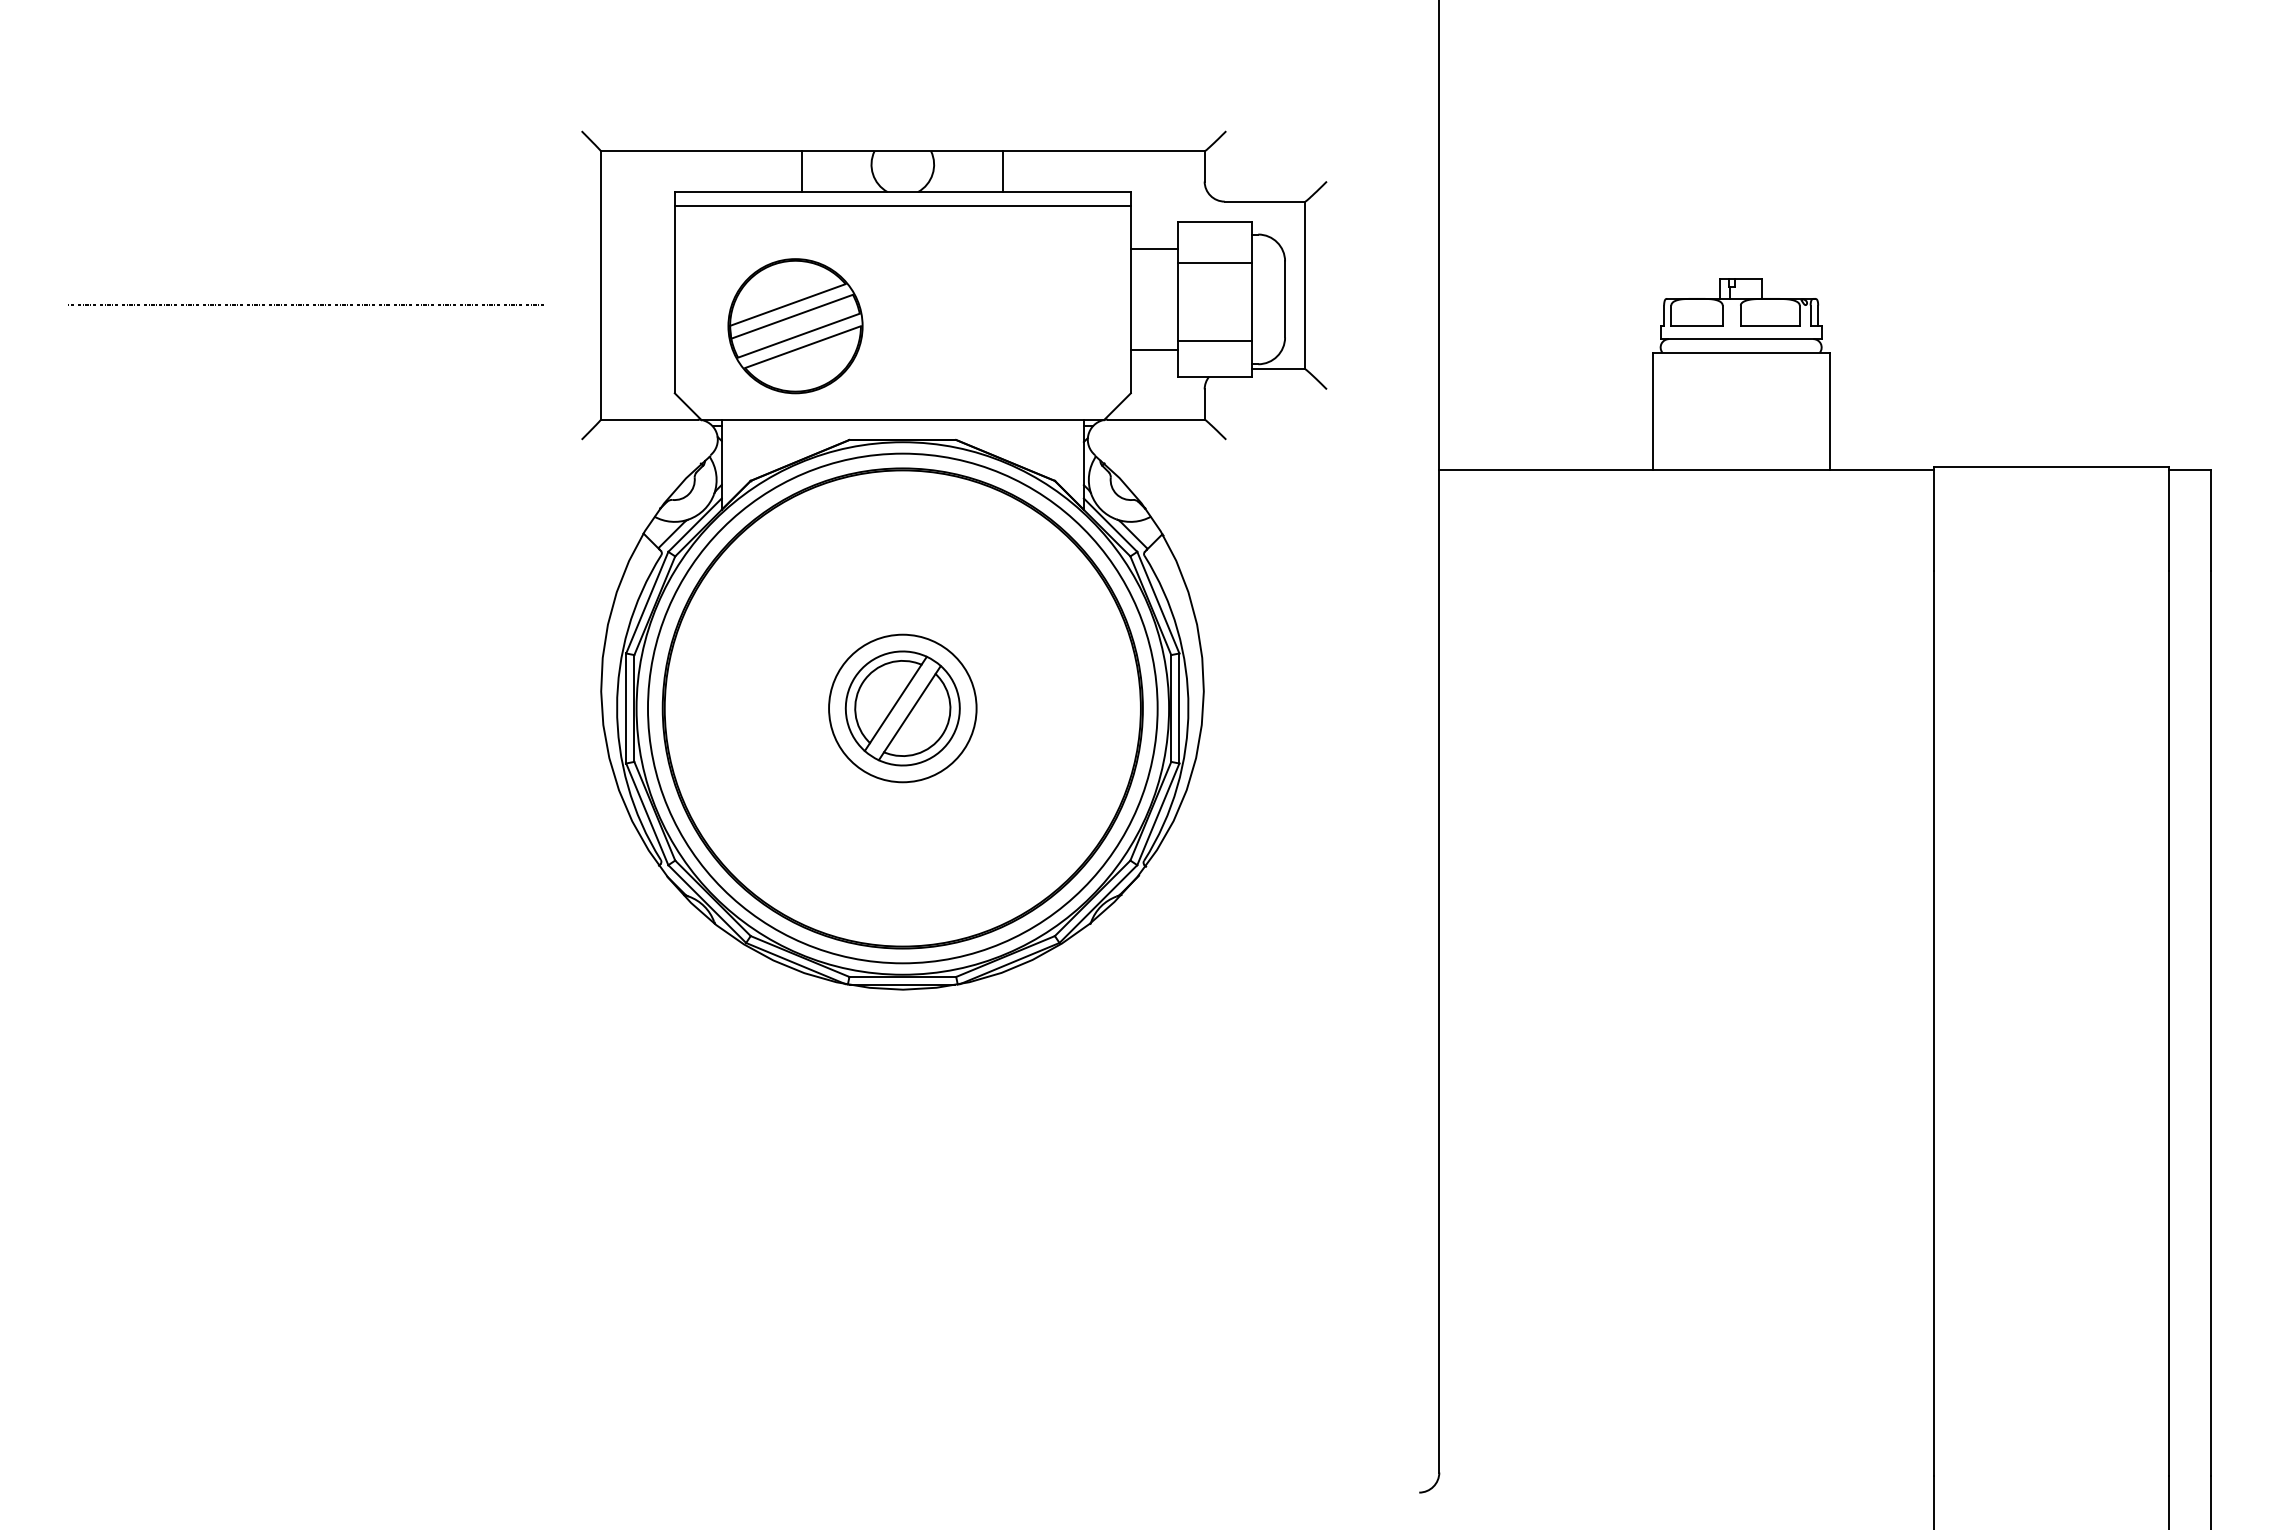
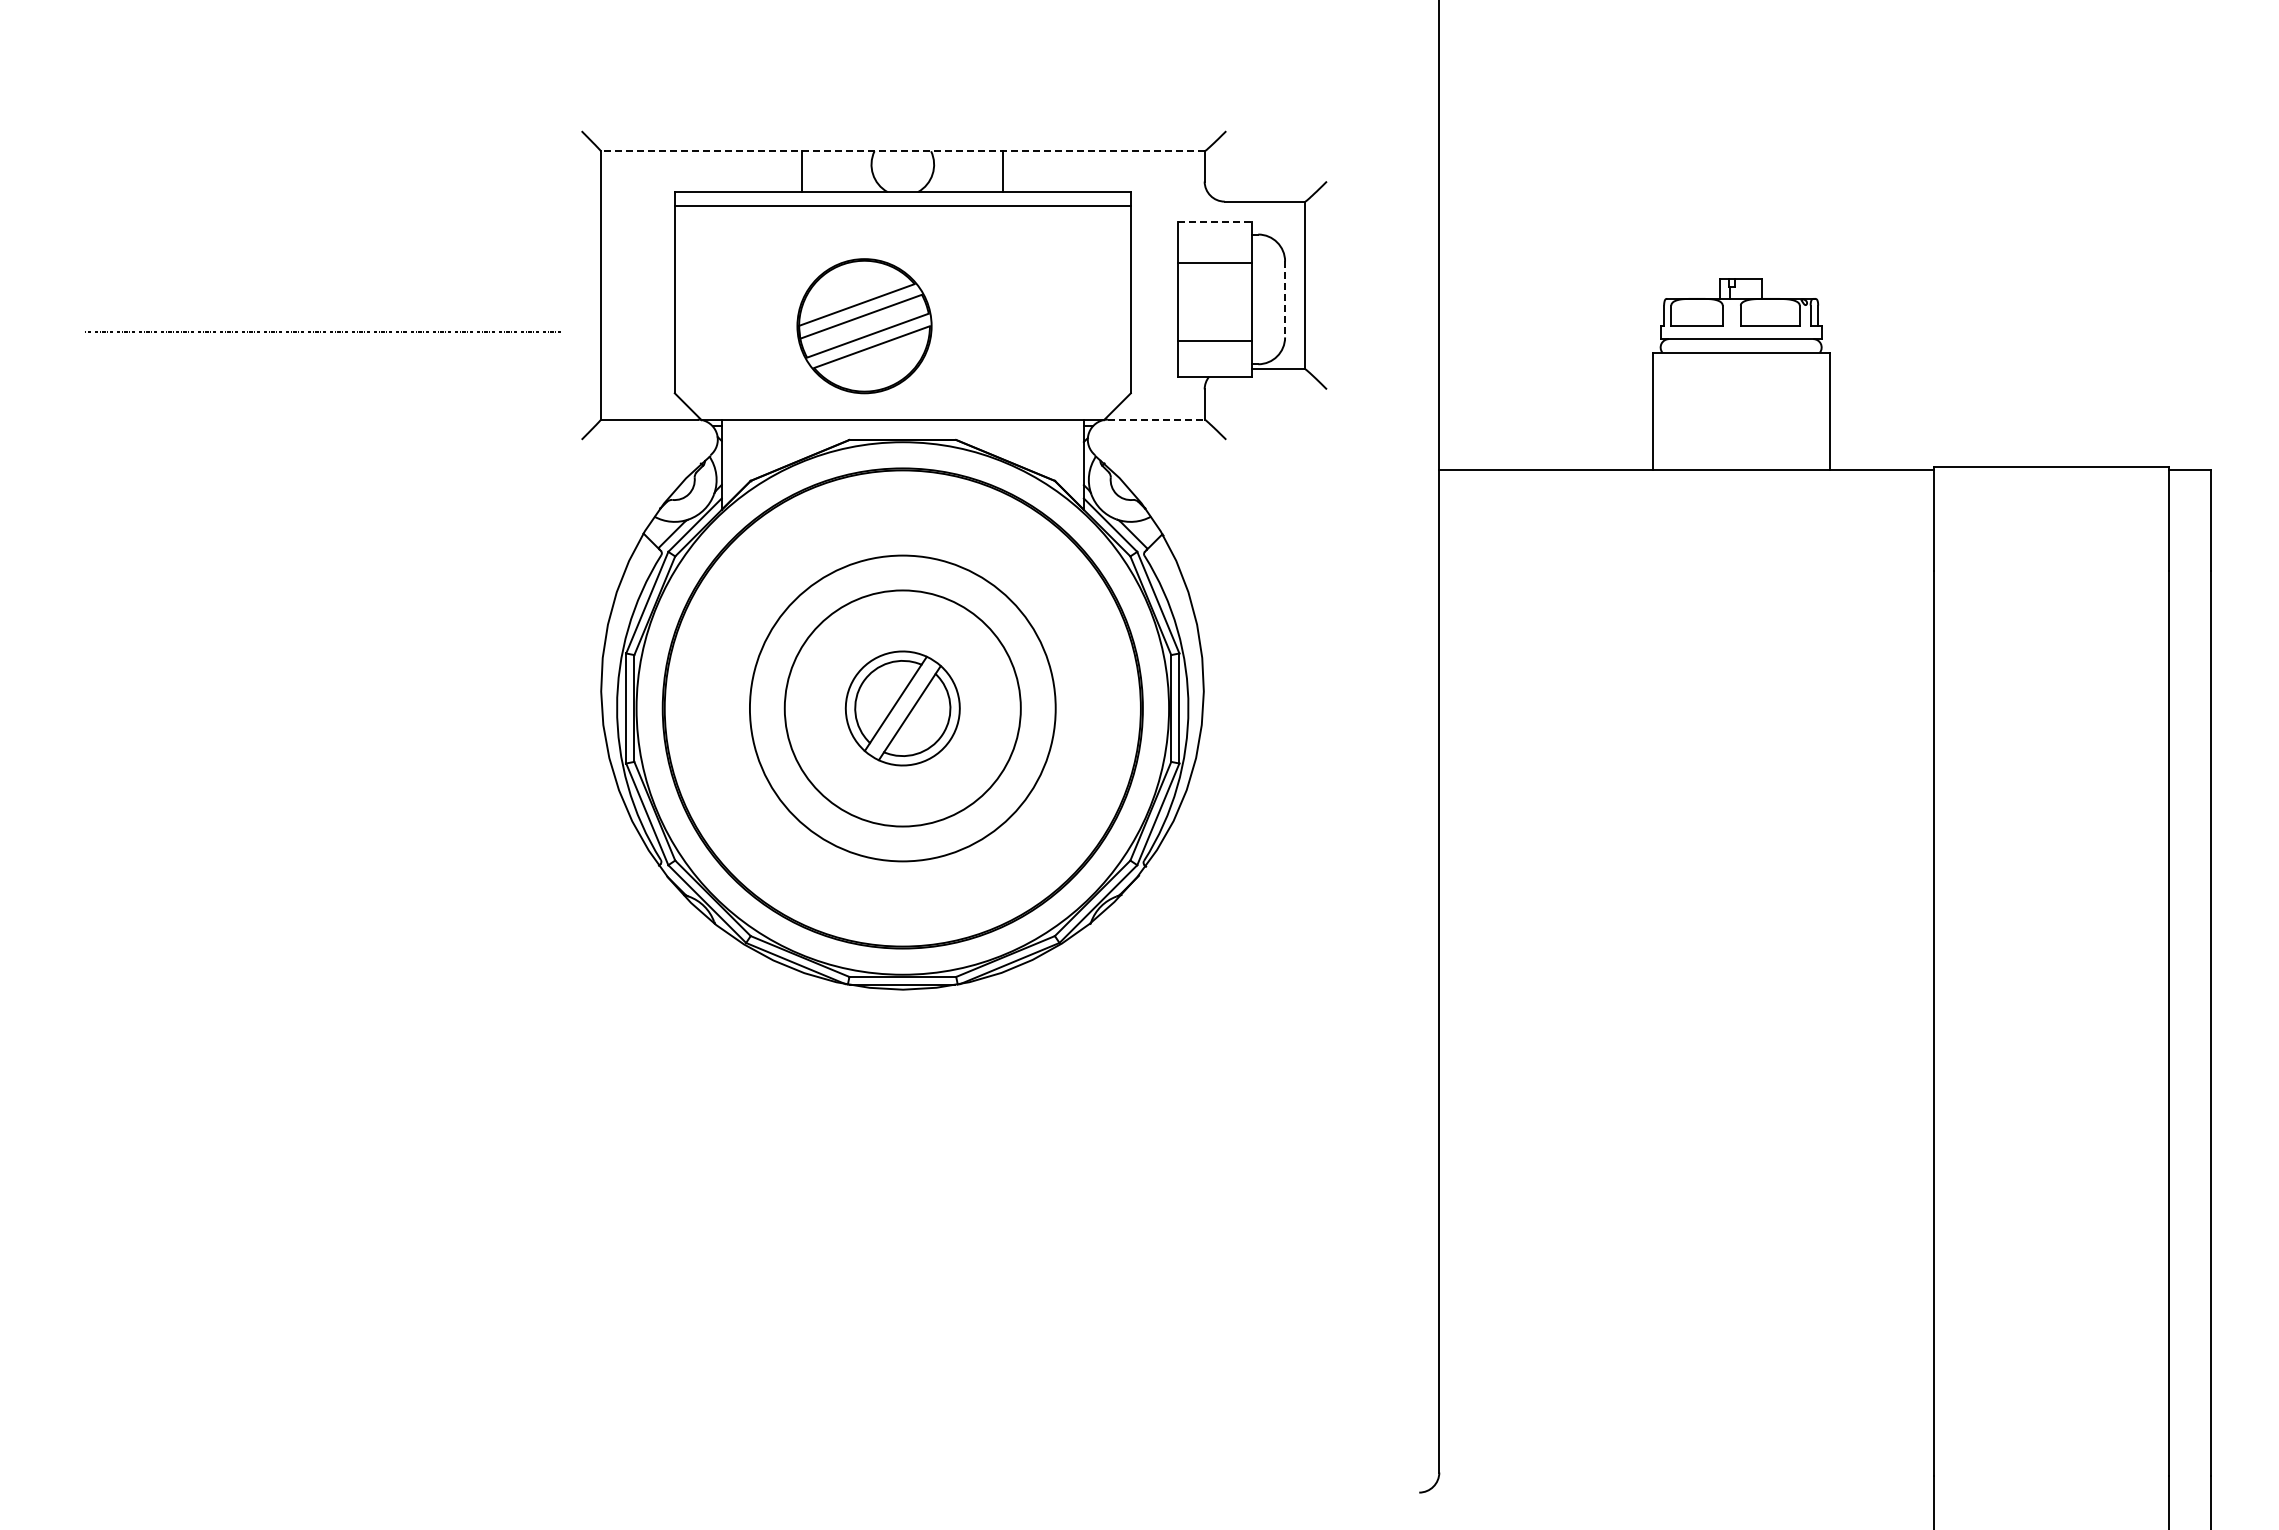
line at (902, 151): solid -> dashed
line at (1214, 222): solid -> dashed
line at (1153, 249): present -> none
line at (1285, 299): solid -> dashed
line at (306, 304) position: (306, 304) -> (323, 331)
part at (795, 326) position: (795, 326) -> (864, 326)
line at (1153, 349): present -> none
line at (1156, 419): solid -> dashed
circle at (902, 708) diameter: 148 px -> 236 px
circle at (902, 708) diameter: 510 px -> 306 px
